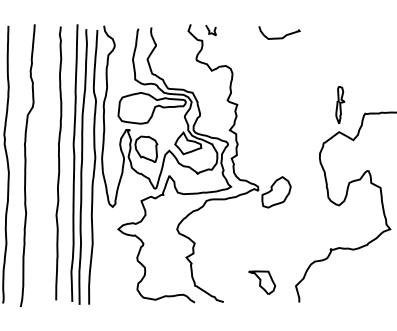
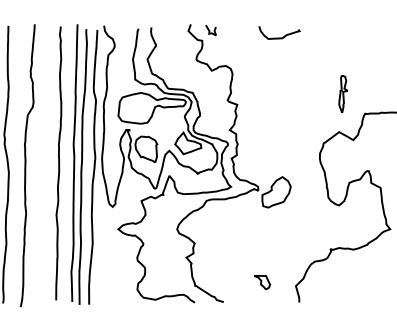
part at (340, 104) position: (340, 104) -> (343, 93)
part at (262, 282) size: 29x25 px -> 17x16 px
